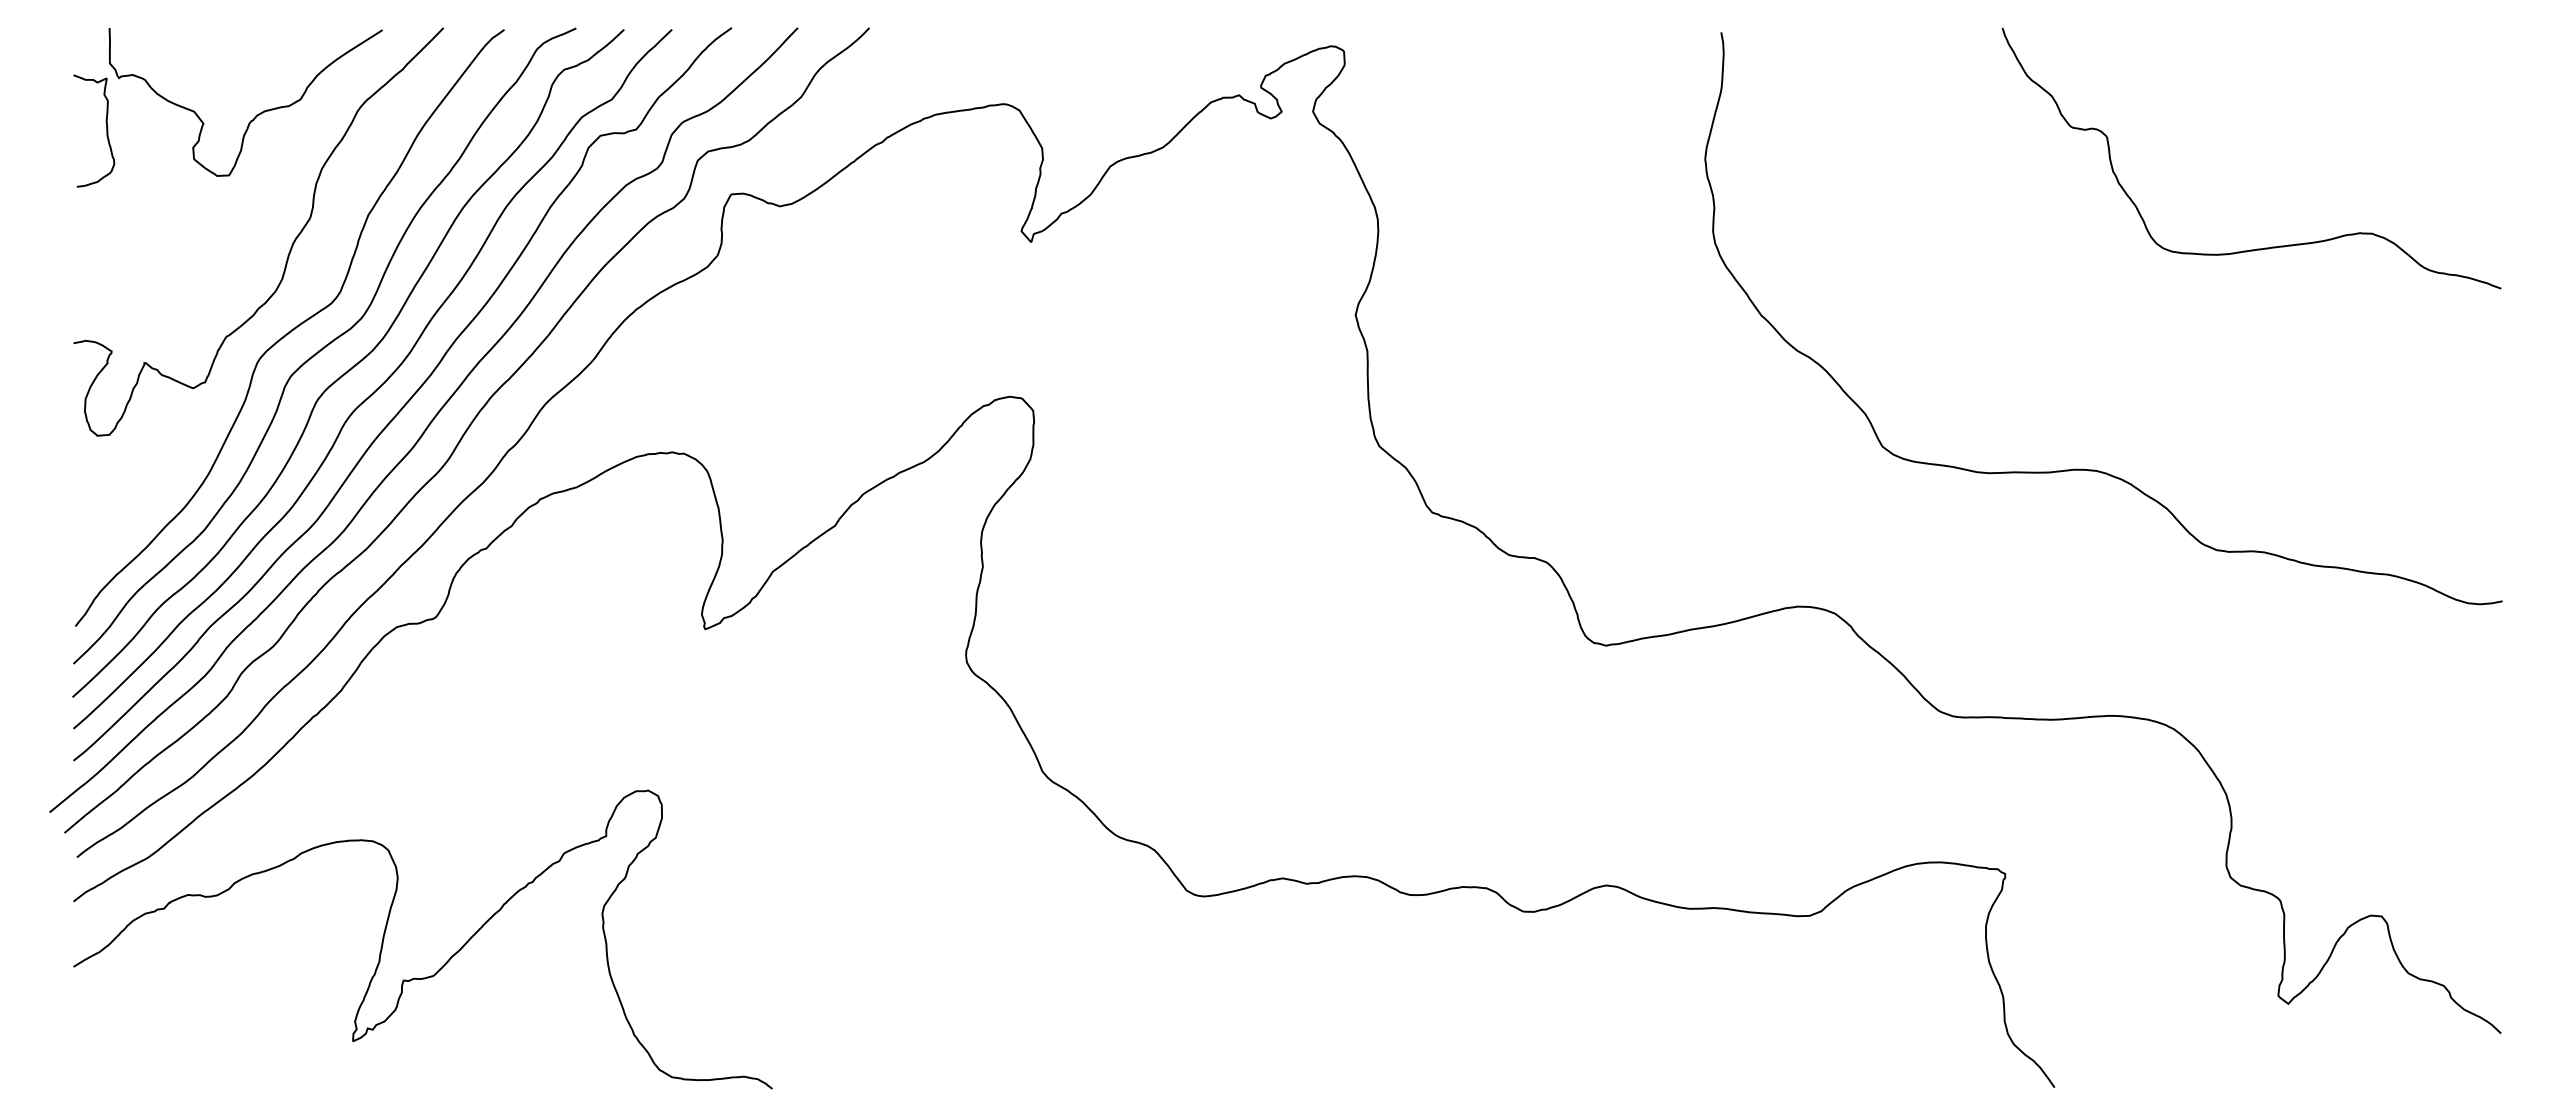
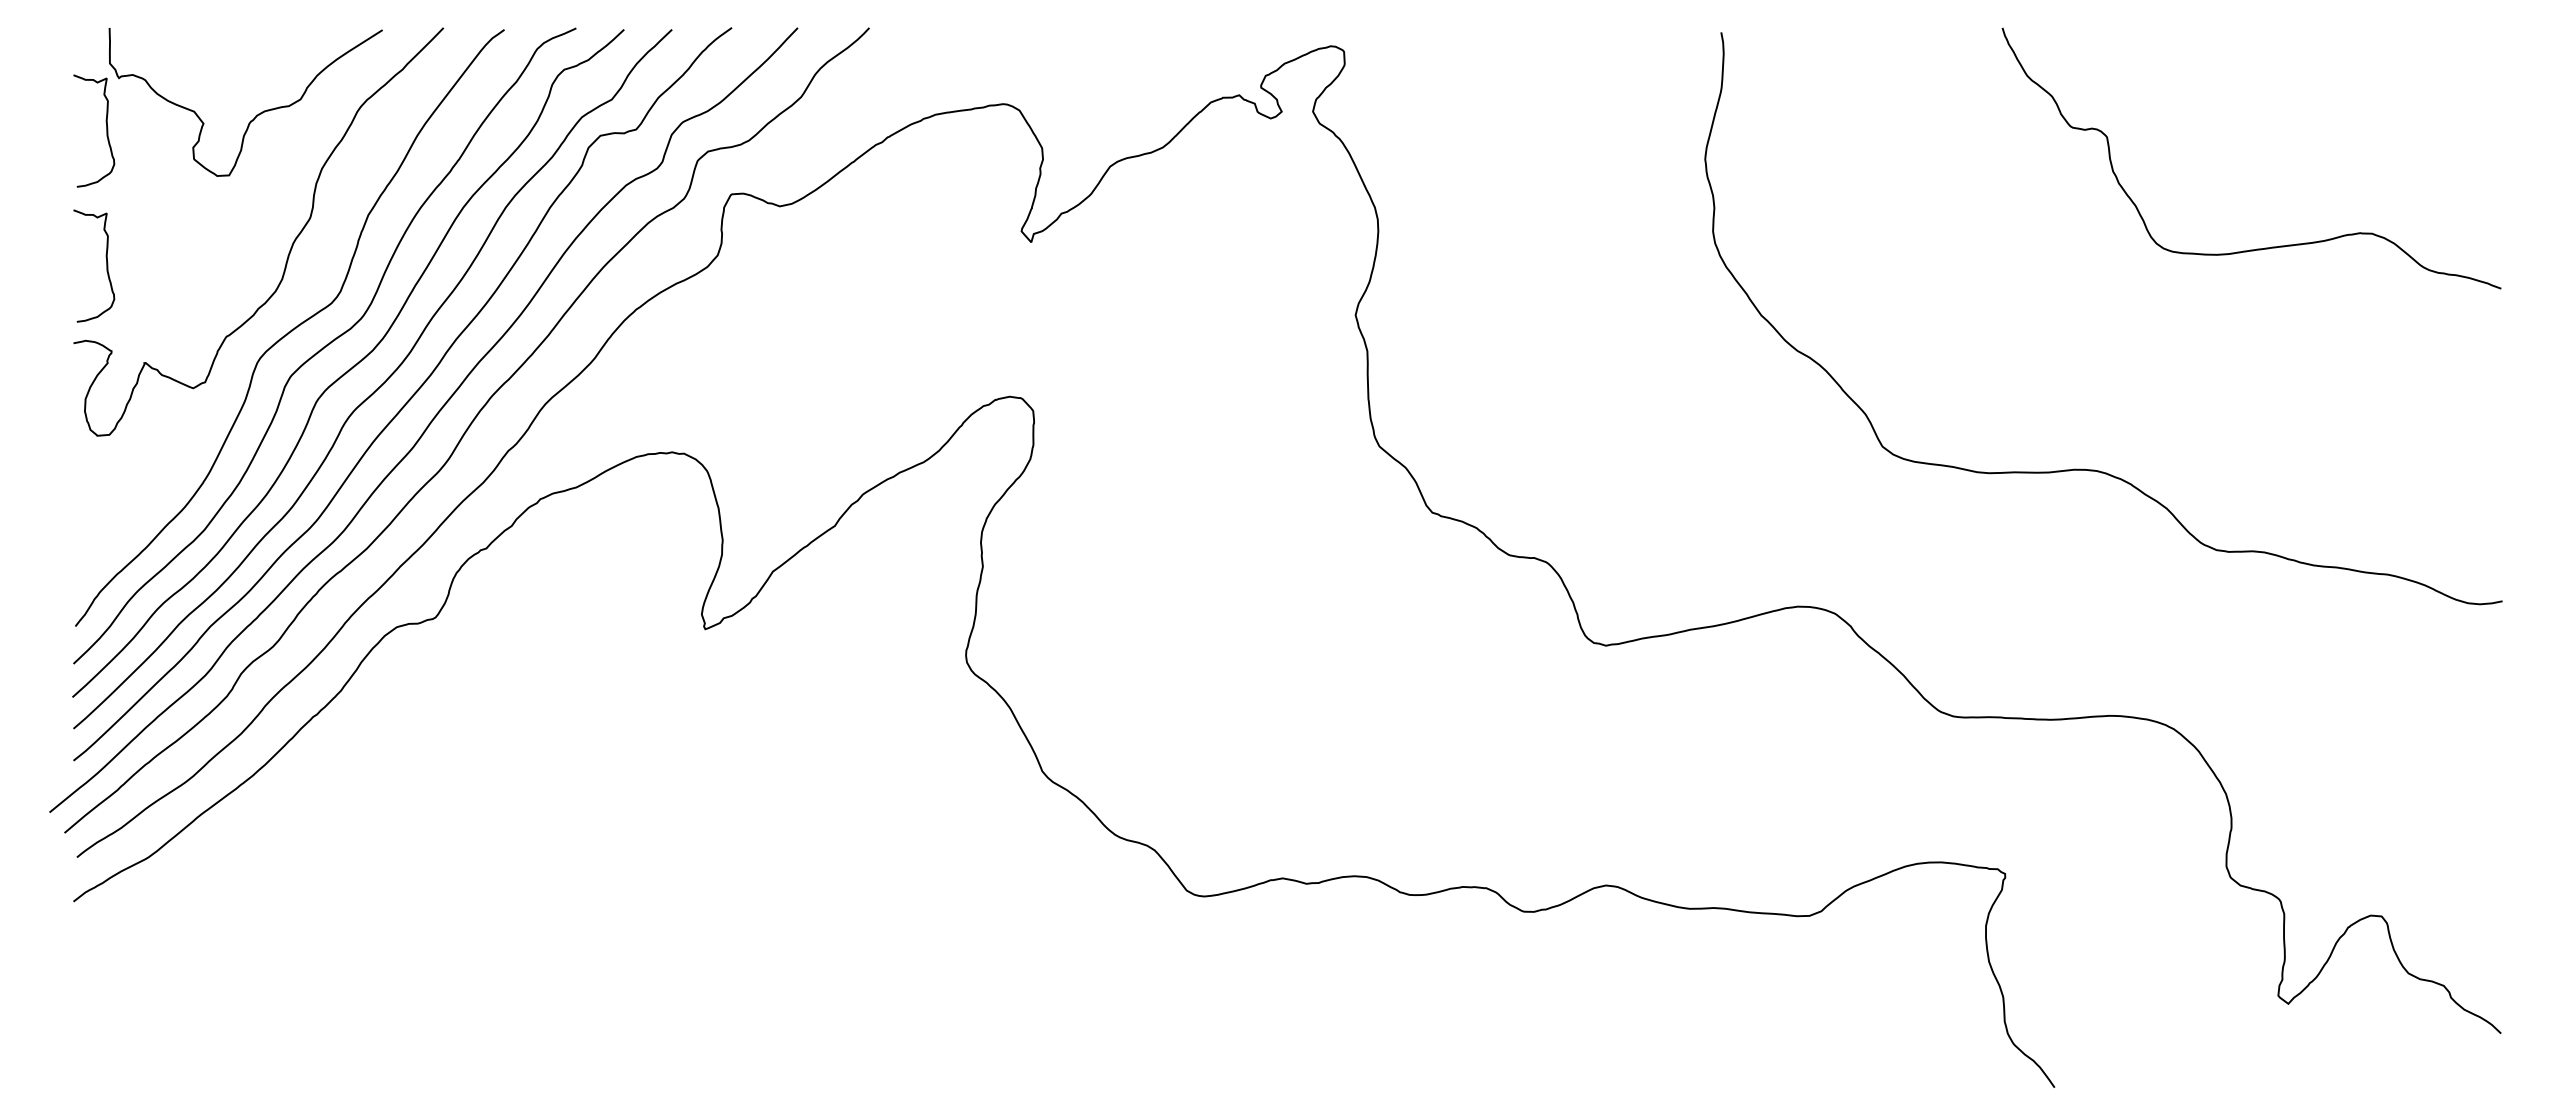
curve at (106, 265): none -> present
curve at (445, 962): present -> none
